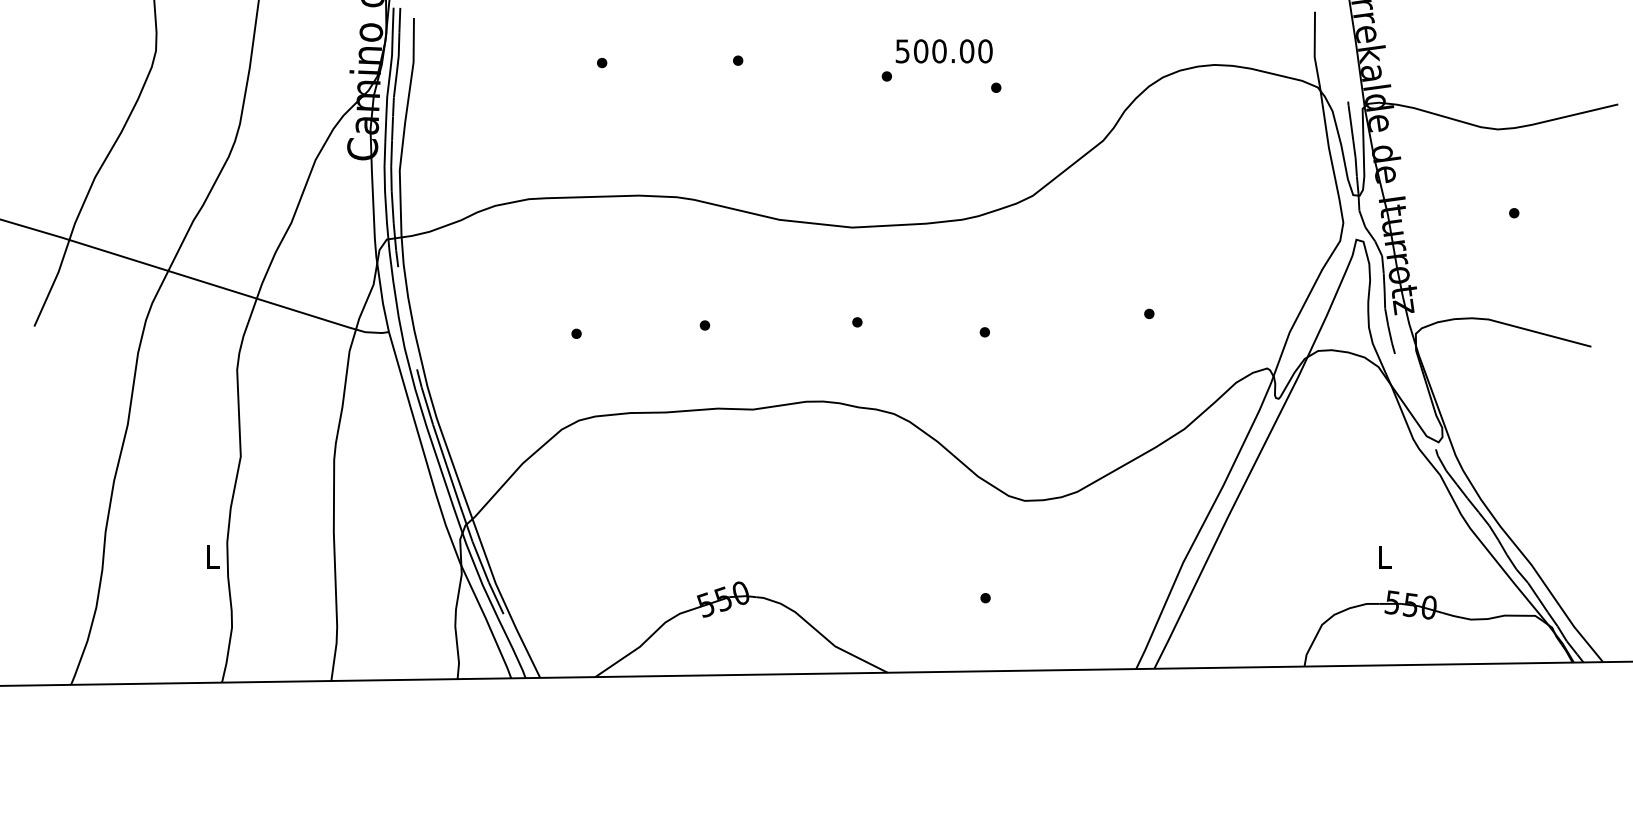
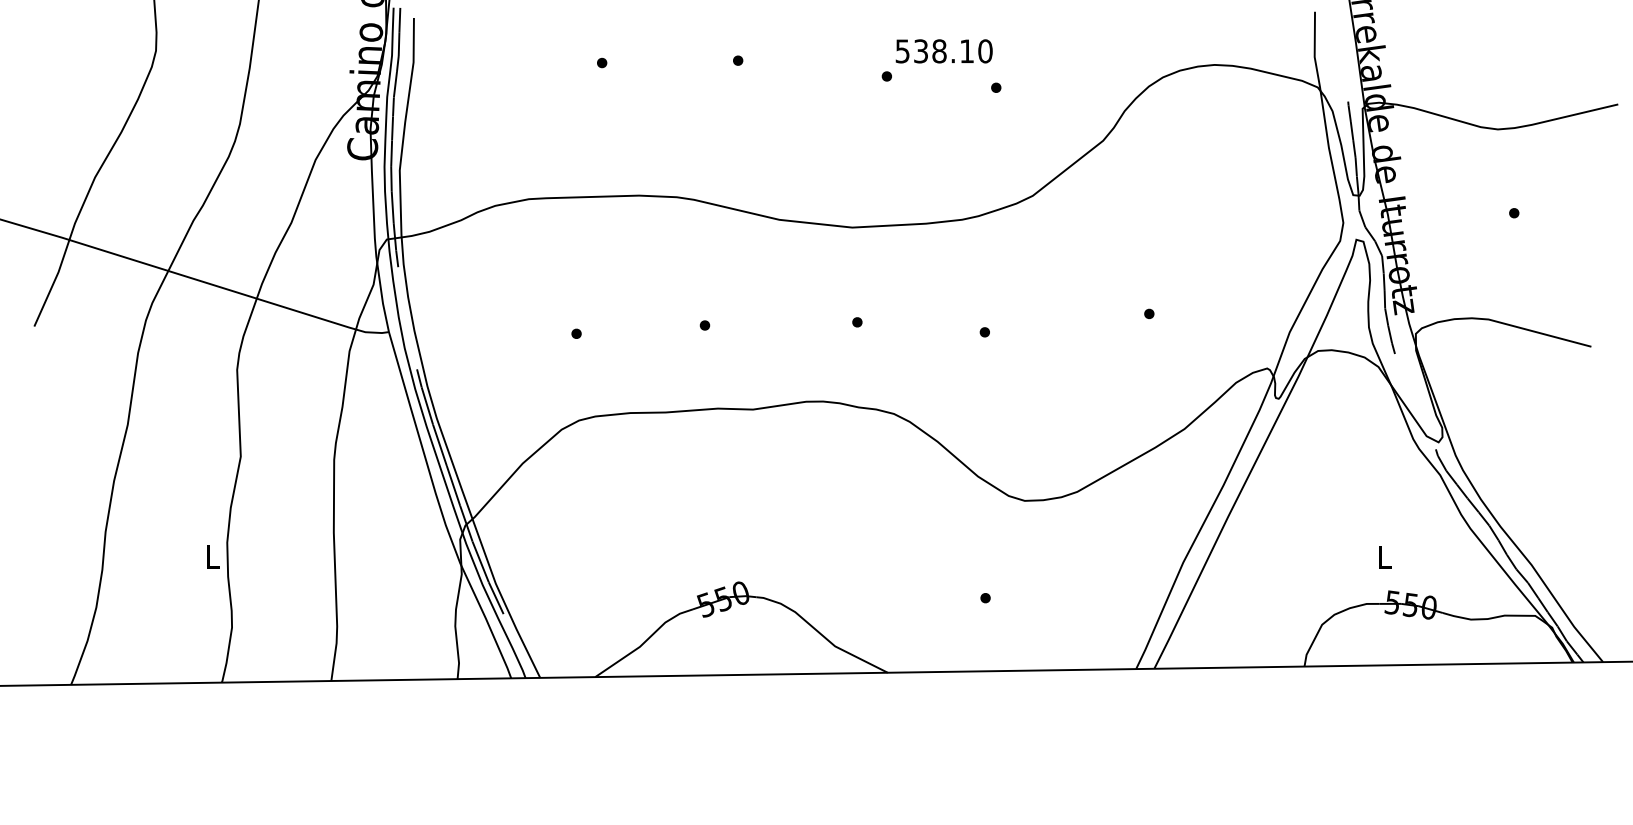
text at (944, 51): 500.00 -> 538.10
